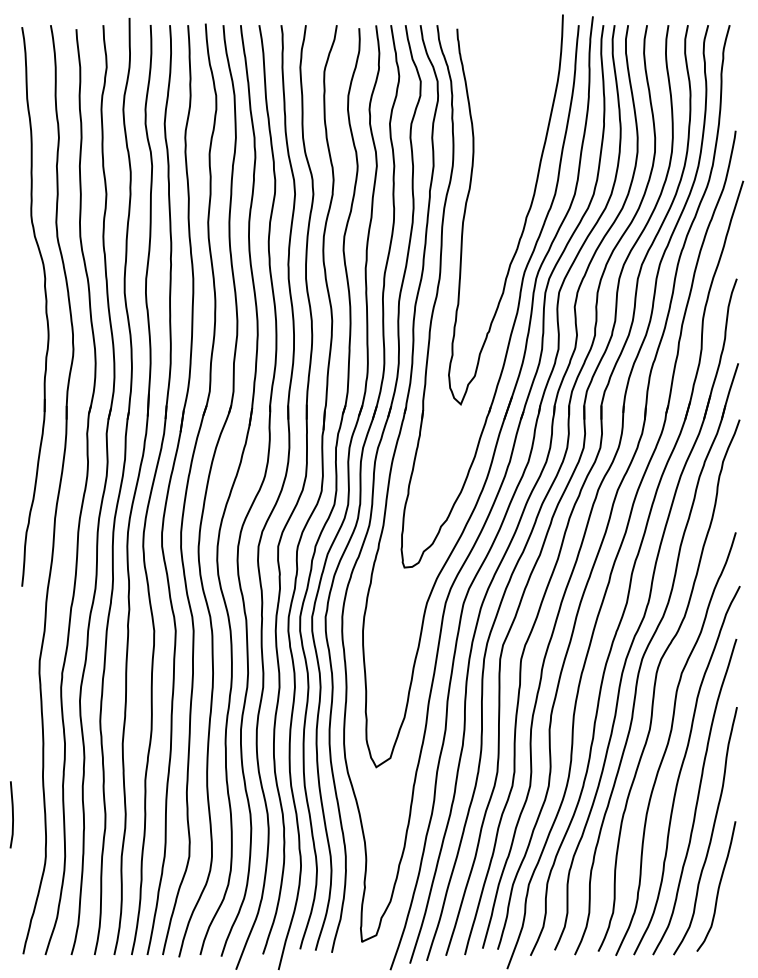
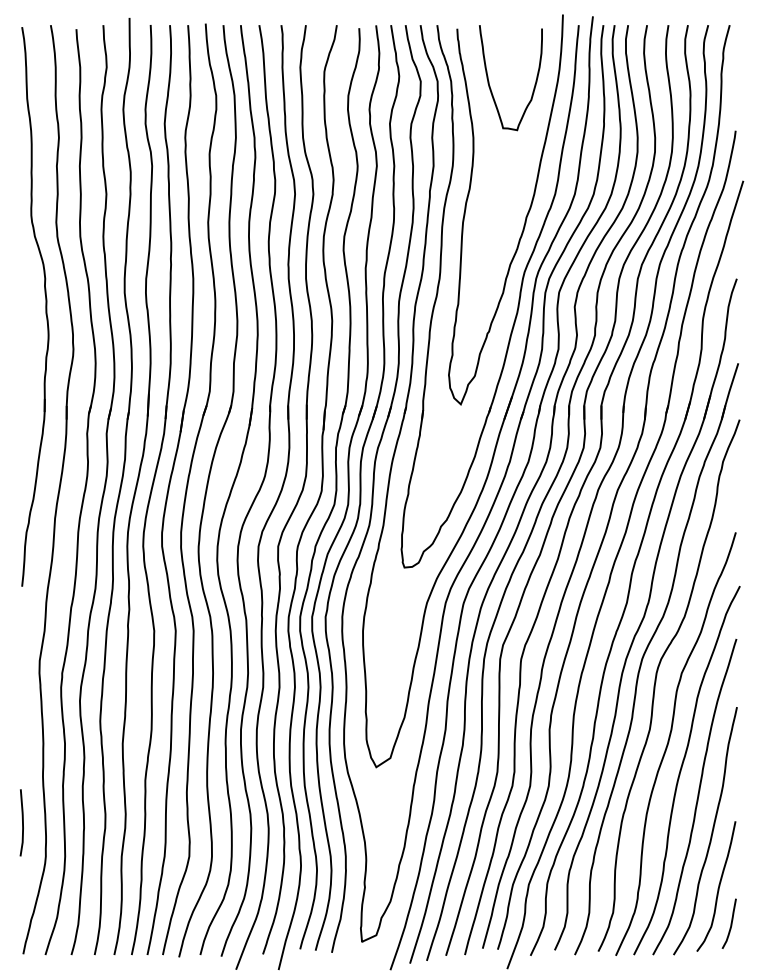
curve at (490, 85): none -> present
curve at (12, 814) position: (12, 814) -> (22, 822)
curve at (730, 923): none -> present
